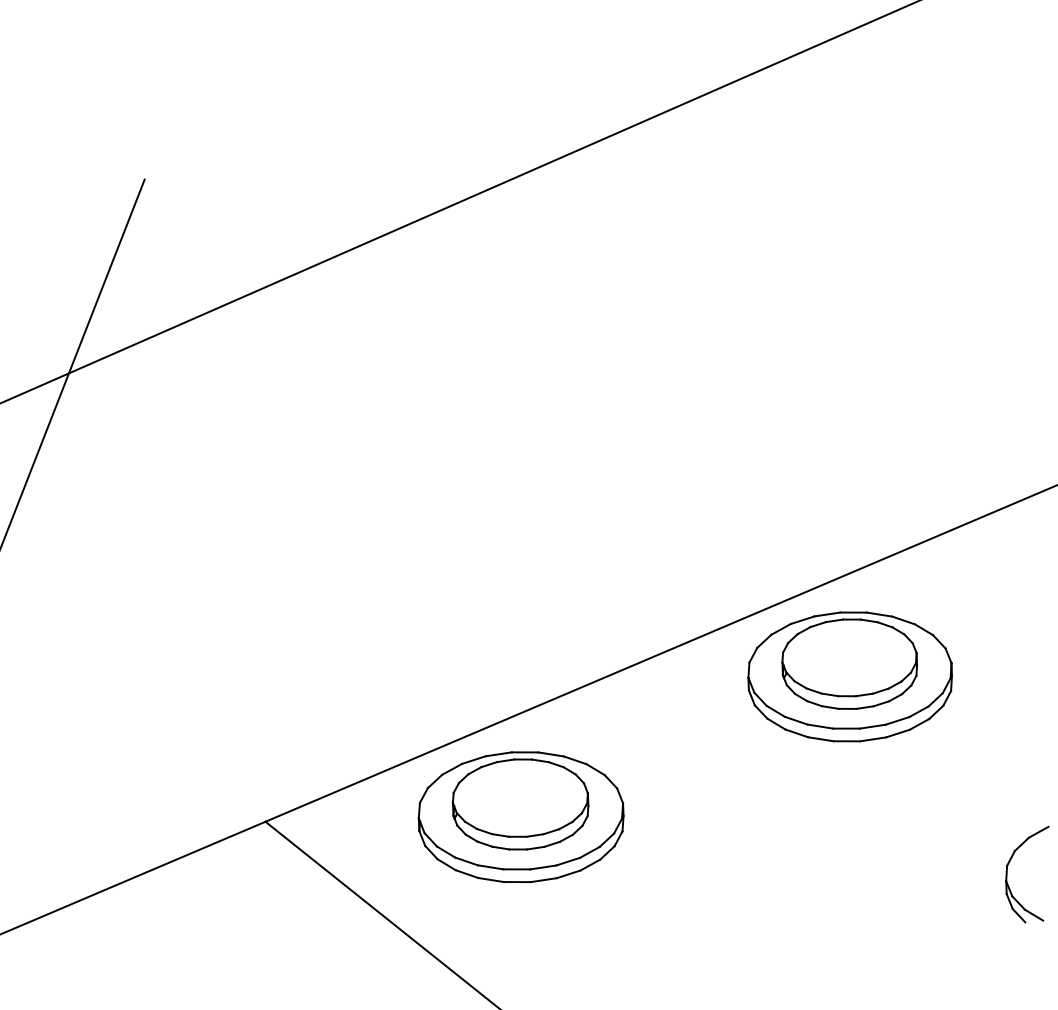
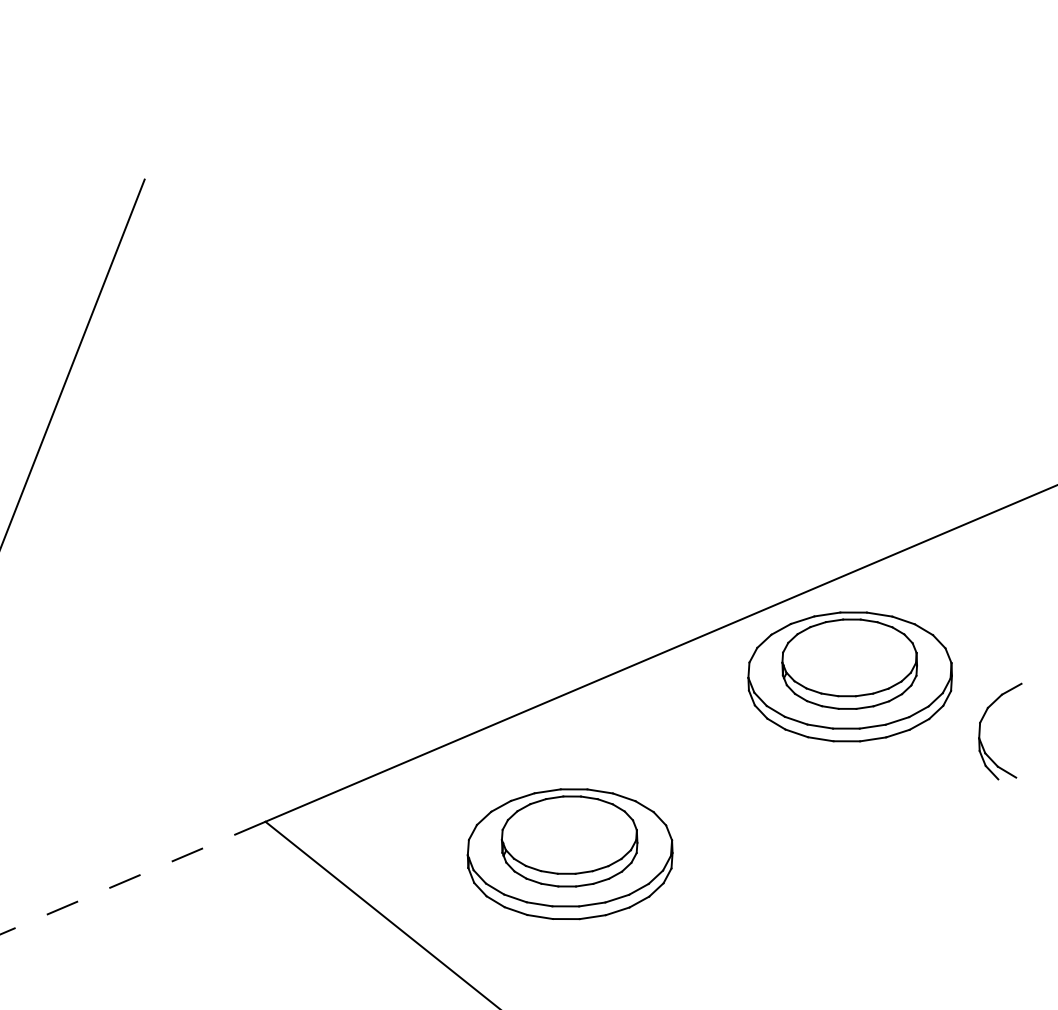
line at (458, 202): present -> none
part at (520, 817) position: (520, 817) -> (569, 854)
part at (1007, 874) position: (1007, 874) -> (980, 731)
line at (132, 878): solid -> dashed
